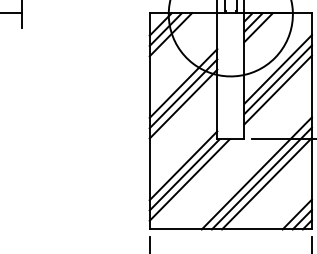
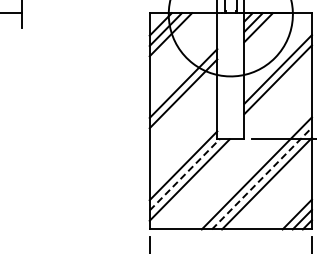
line at (277, 89): present -> none
line at (183, 103): present -> none
line at (184, 174): solid -> dashed
line at (262, 178): solid -> dashed
